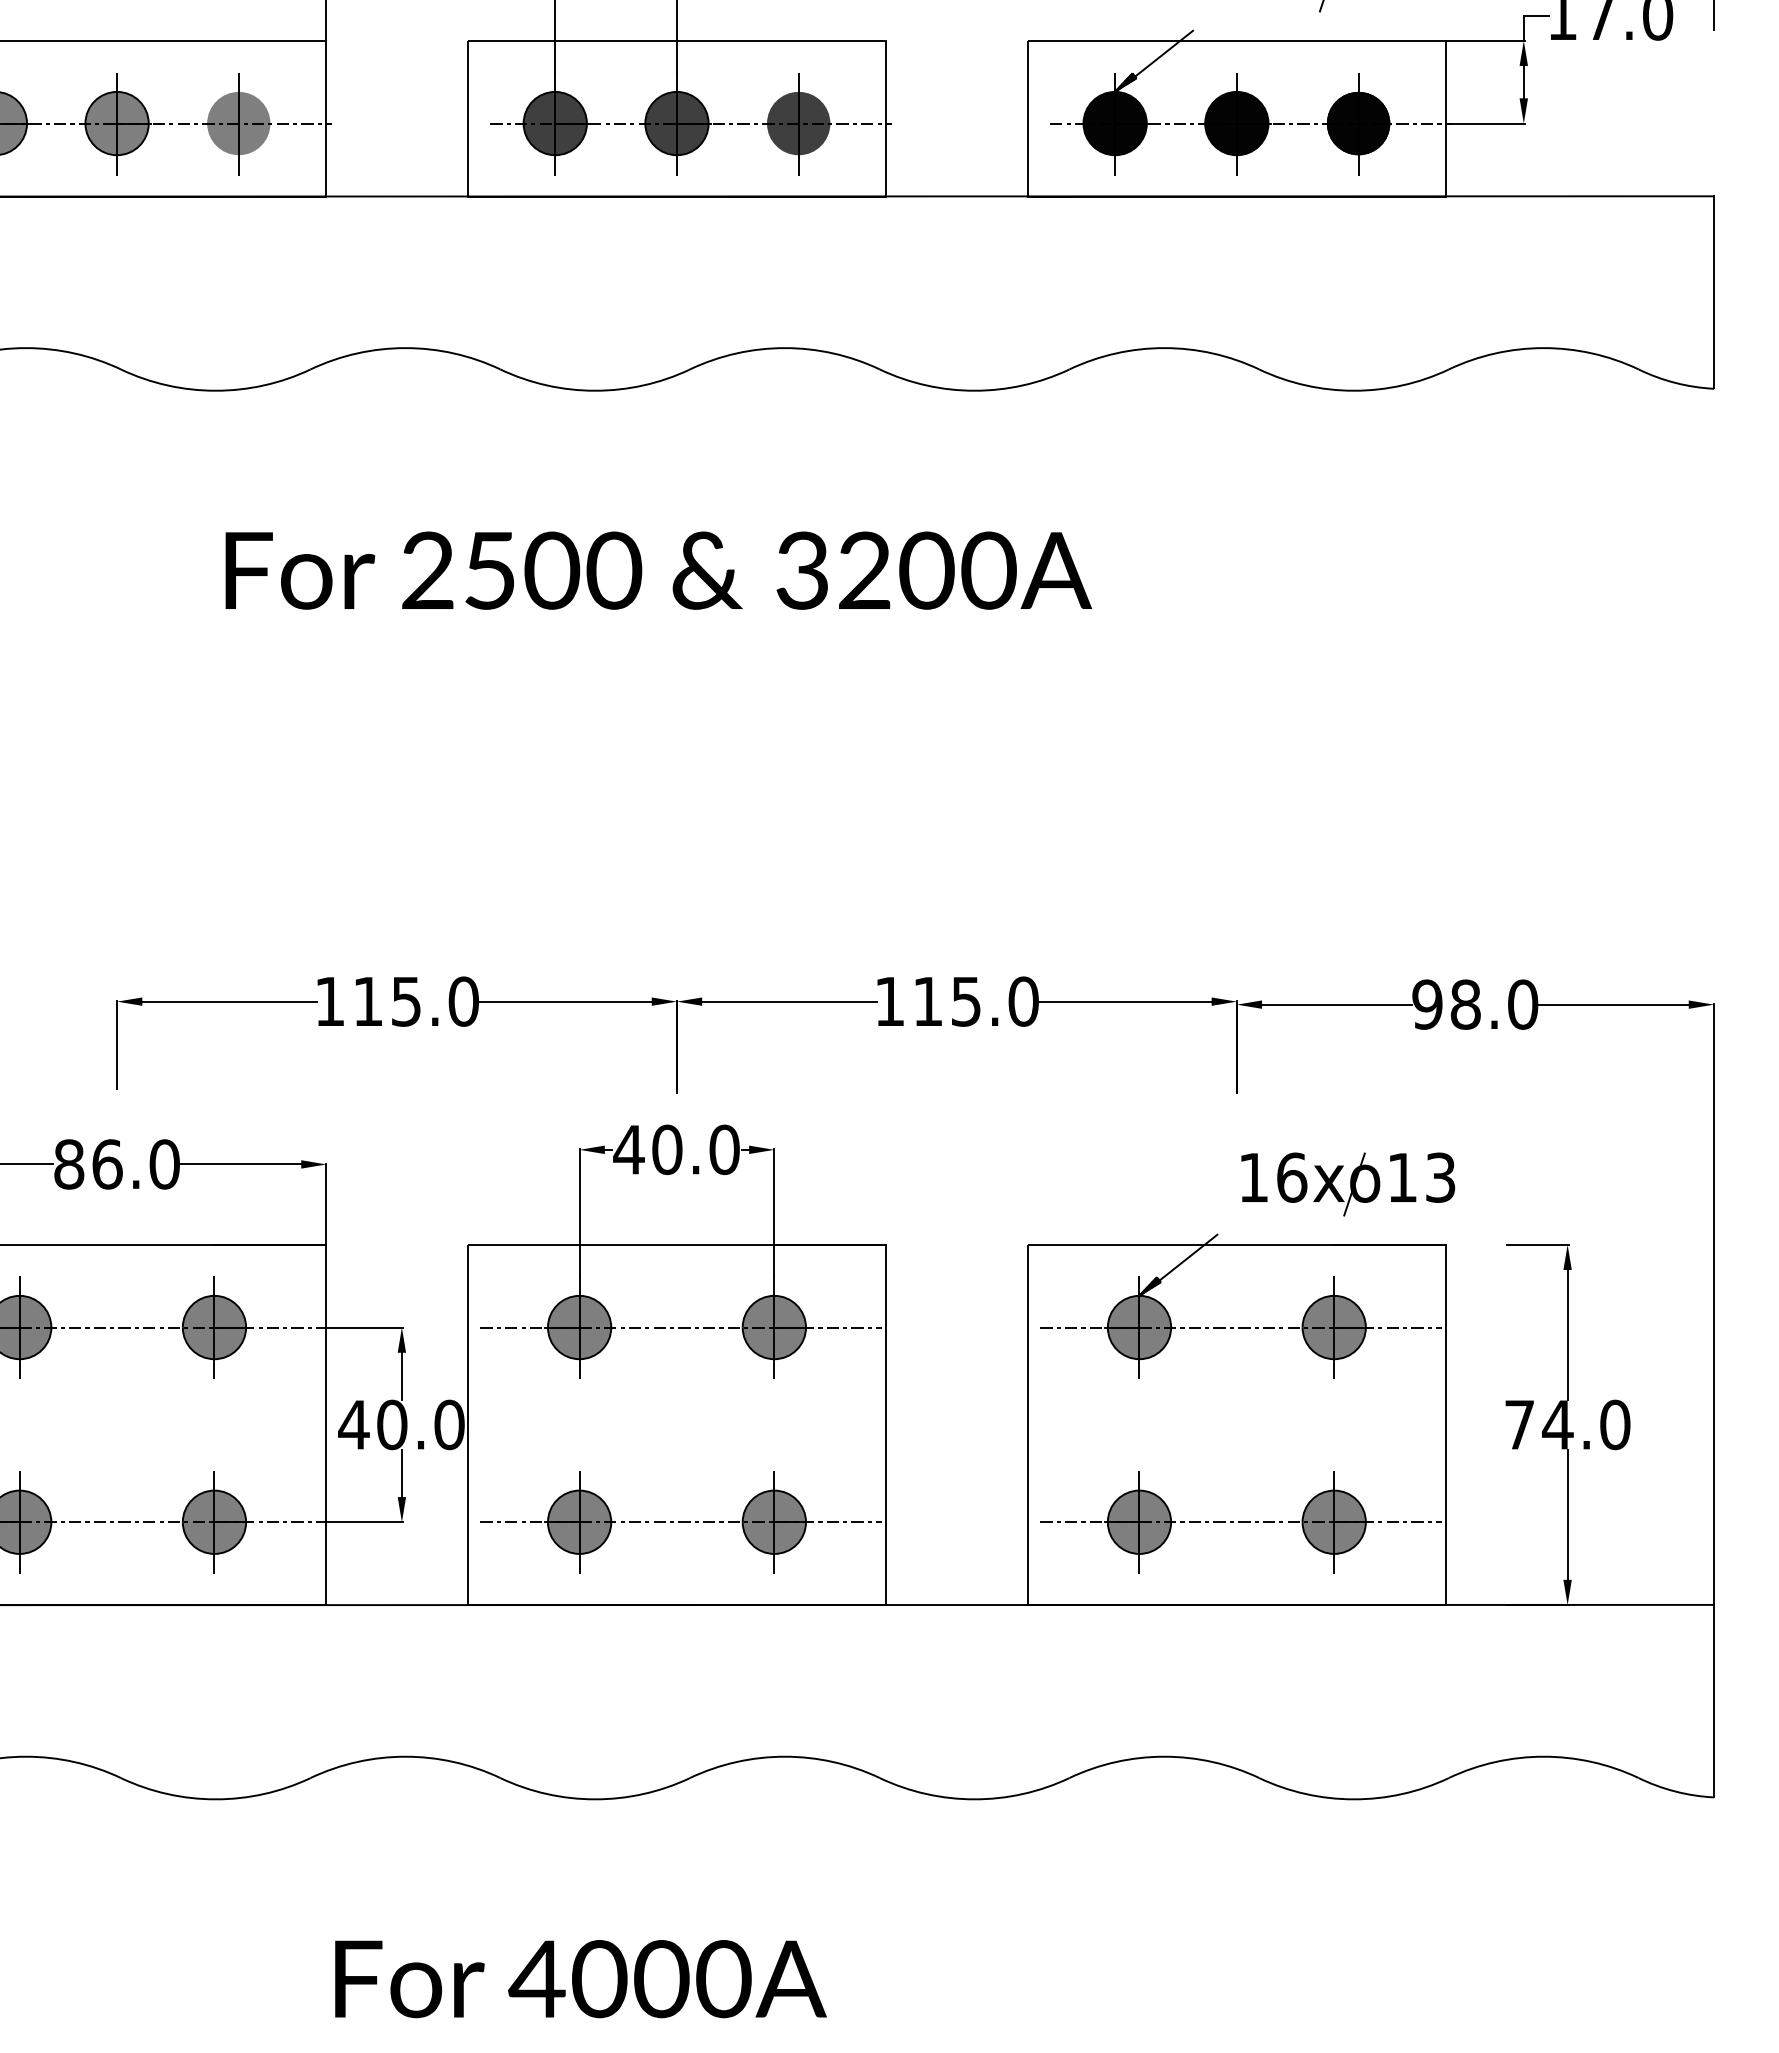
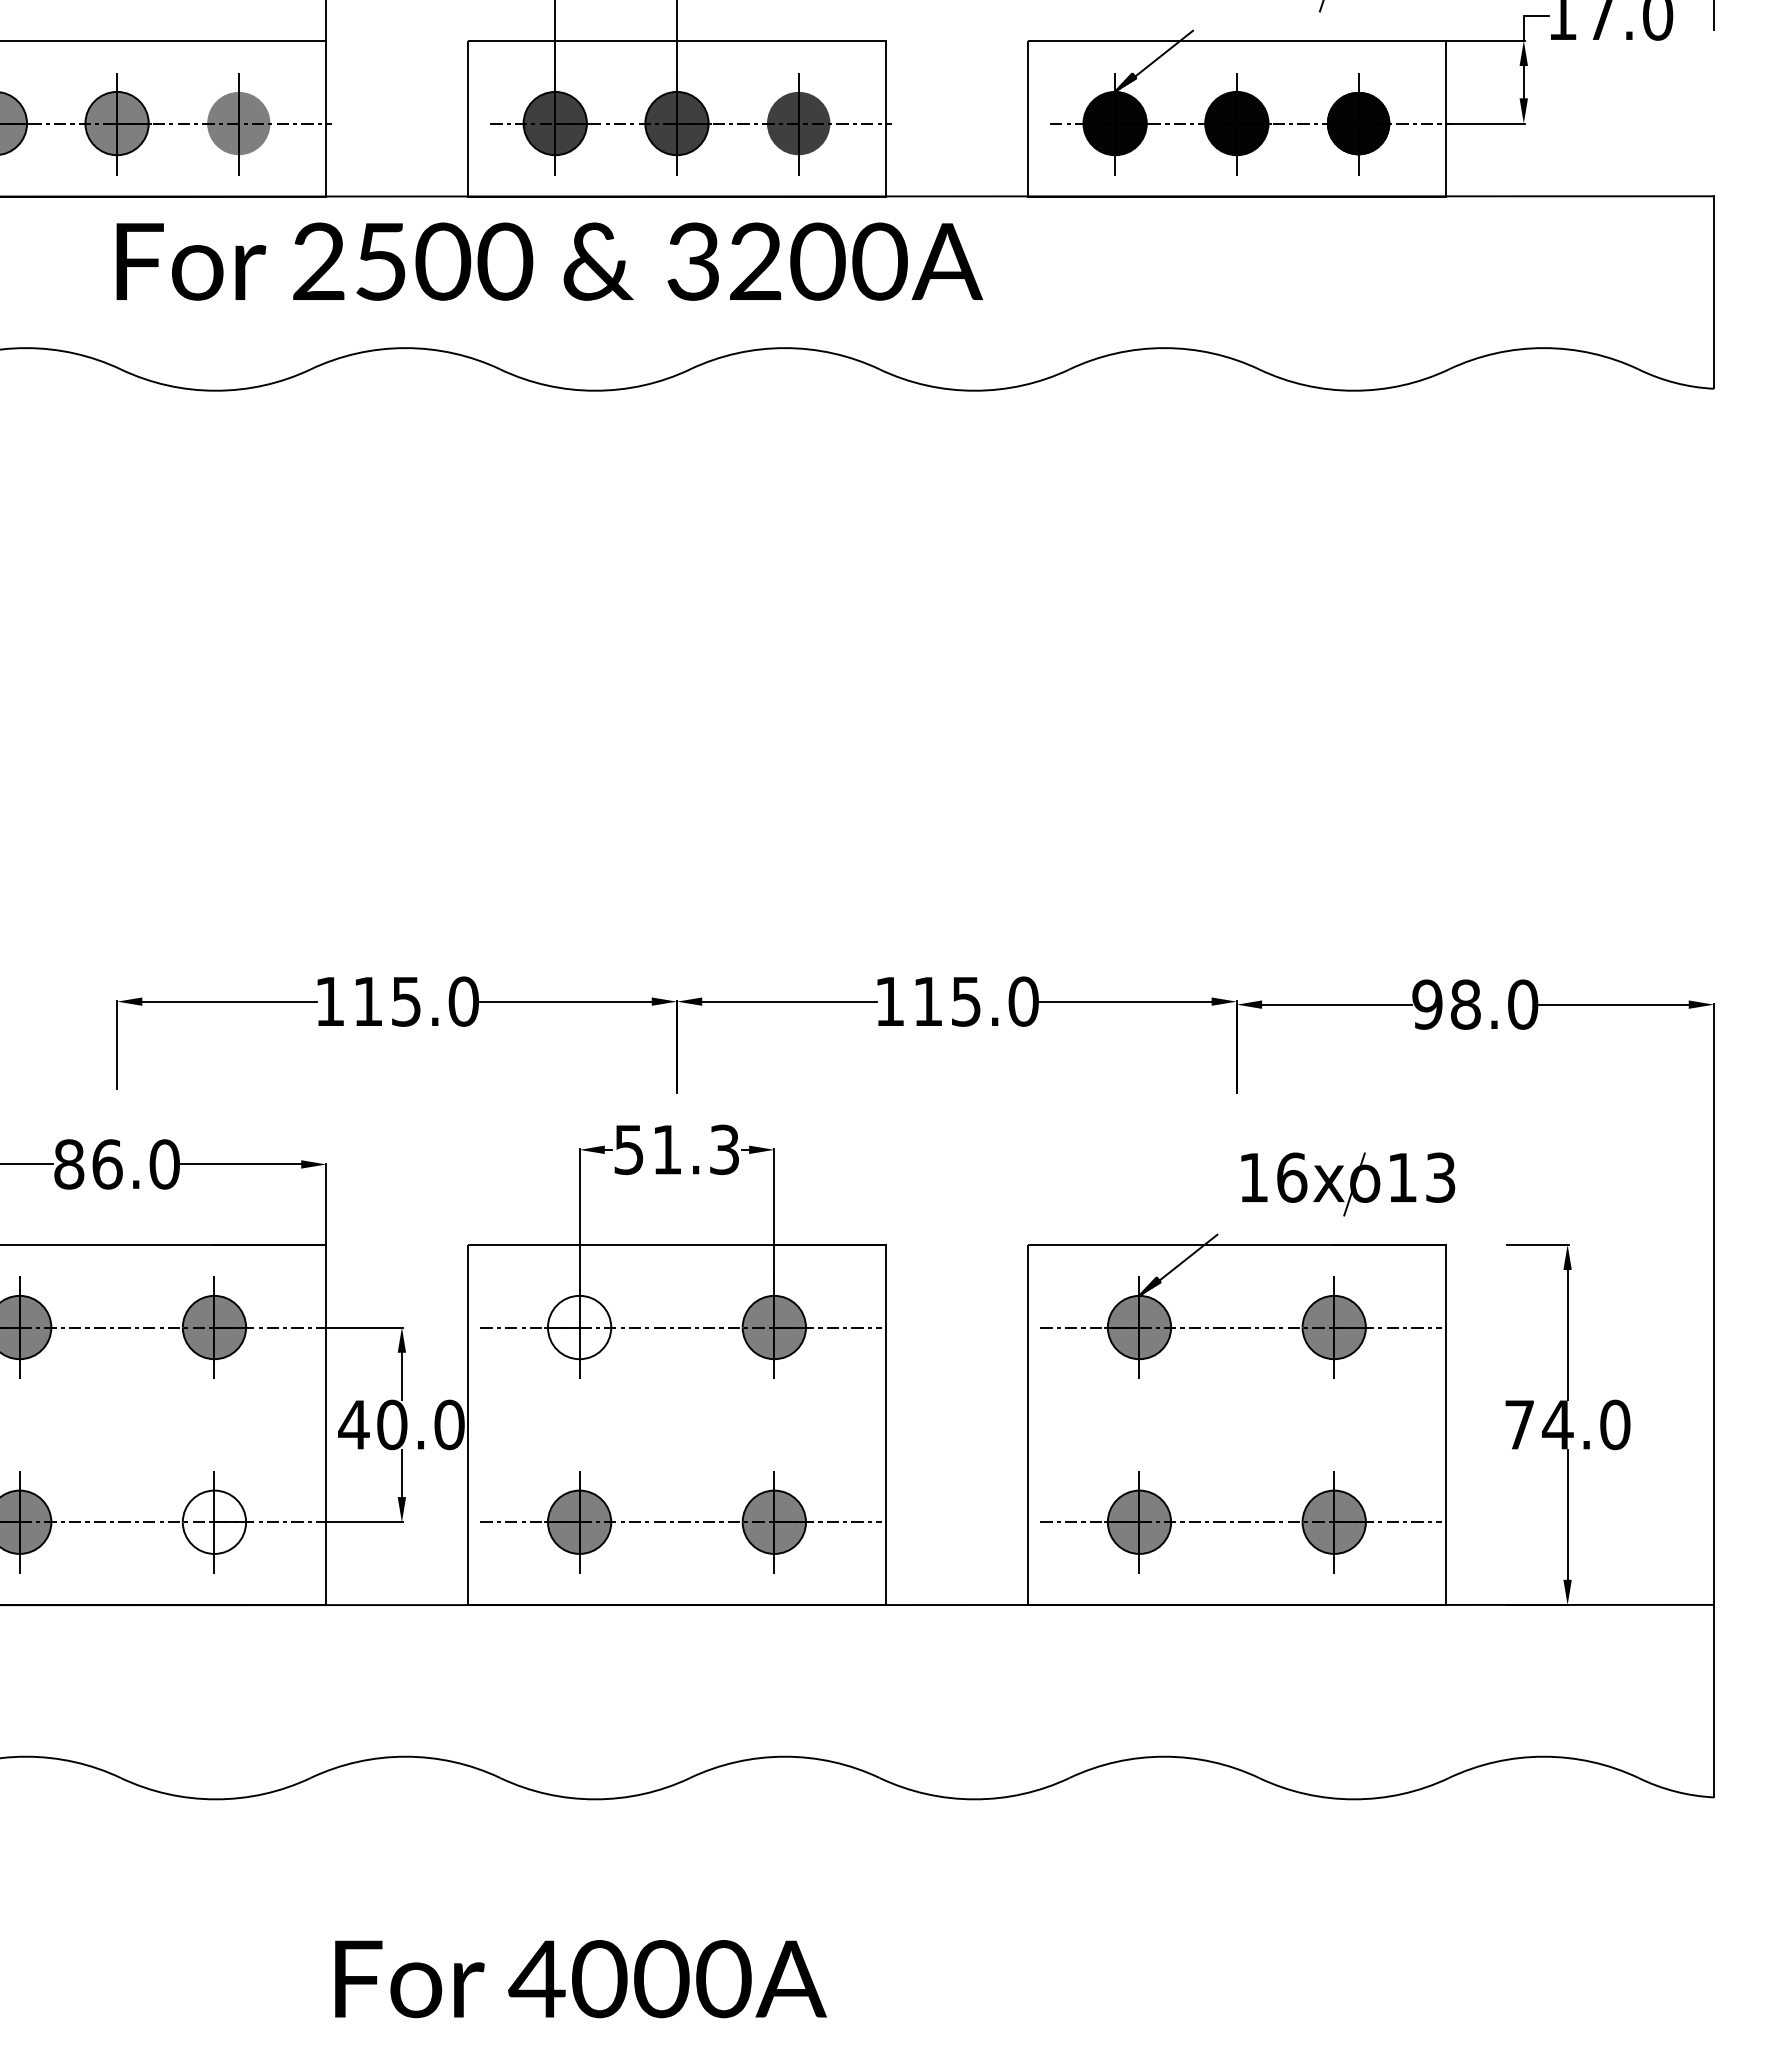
text at (658, 570) position: (658, 570) -> (549, 261)
text at (676, 1149): 40.0 -> 51.3
fill at (579, 1327): present -> none
fill at (214, 1521): present -> none
